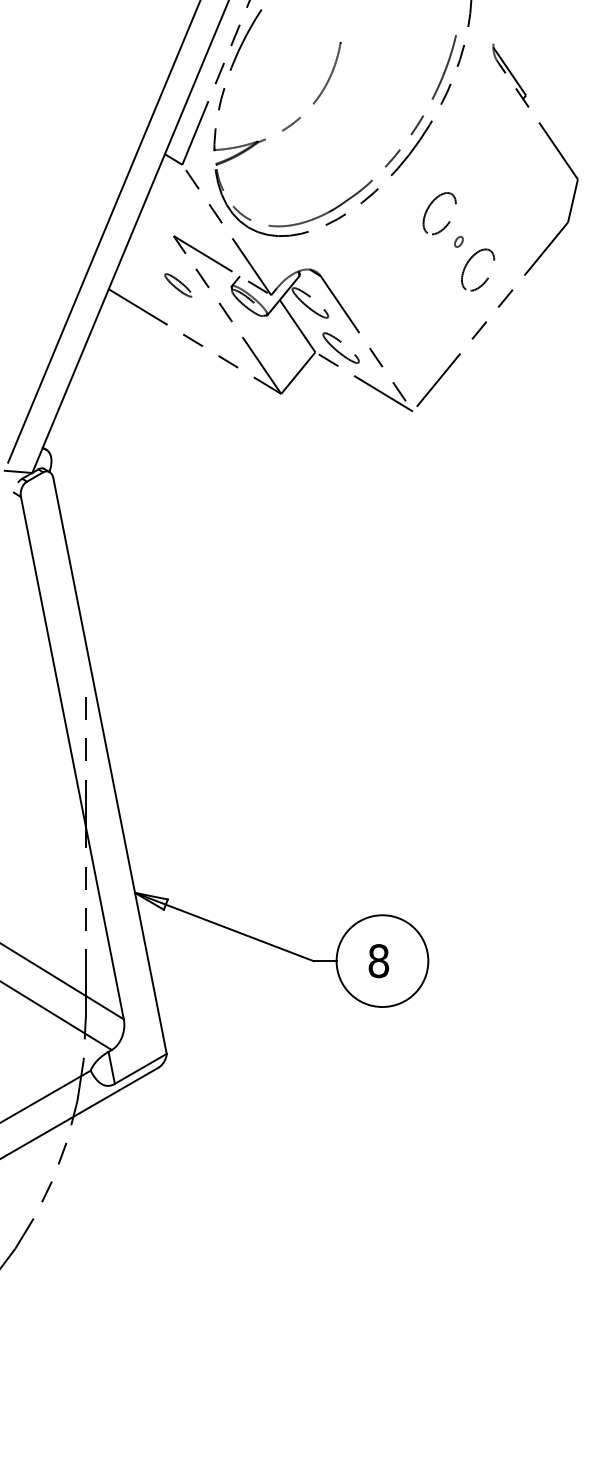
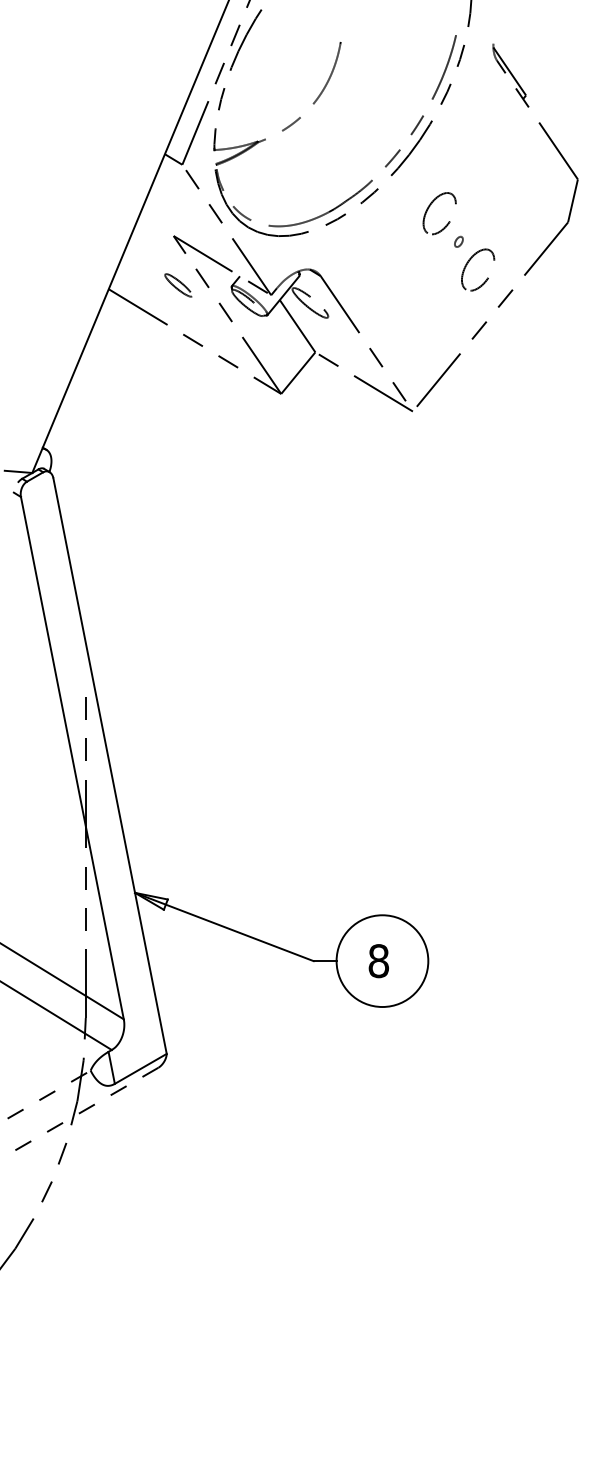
line at (103, 232): present -> none
part at (340, 347): present -> none
line at (45, 1096): solid -> dashed
line at (78, 1113): solid -> dashed
